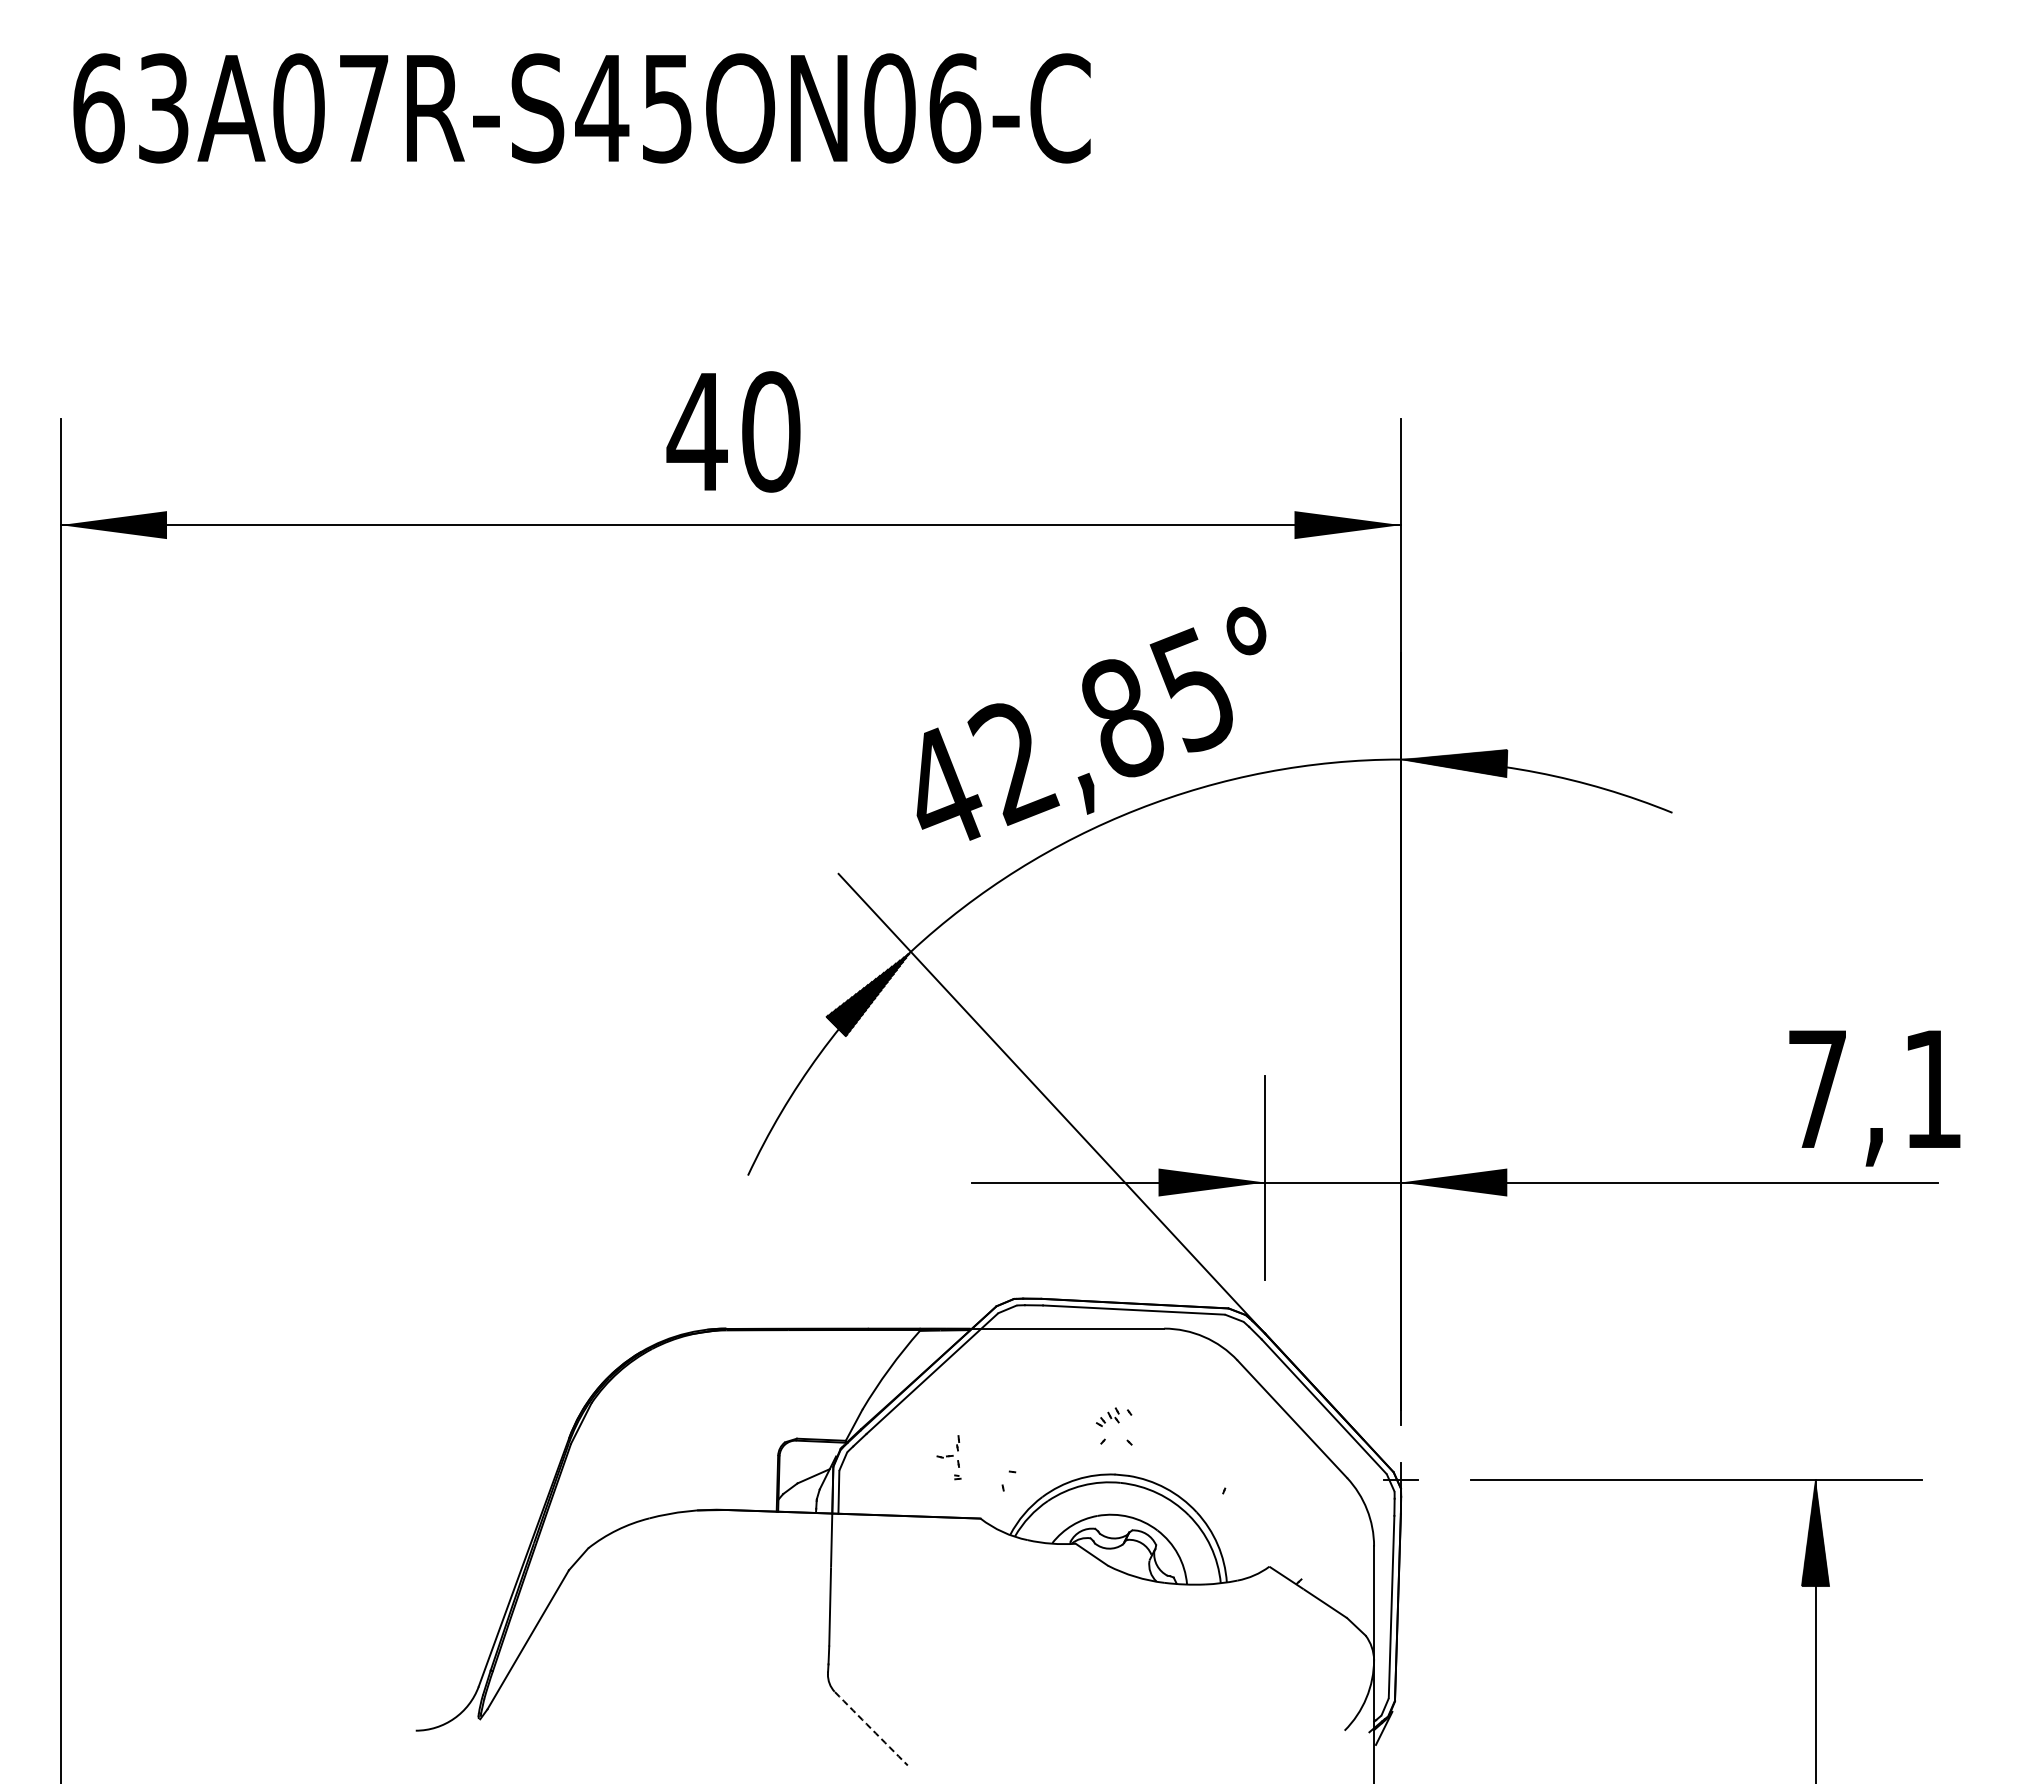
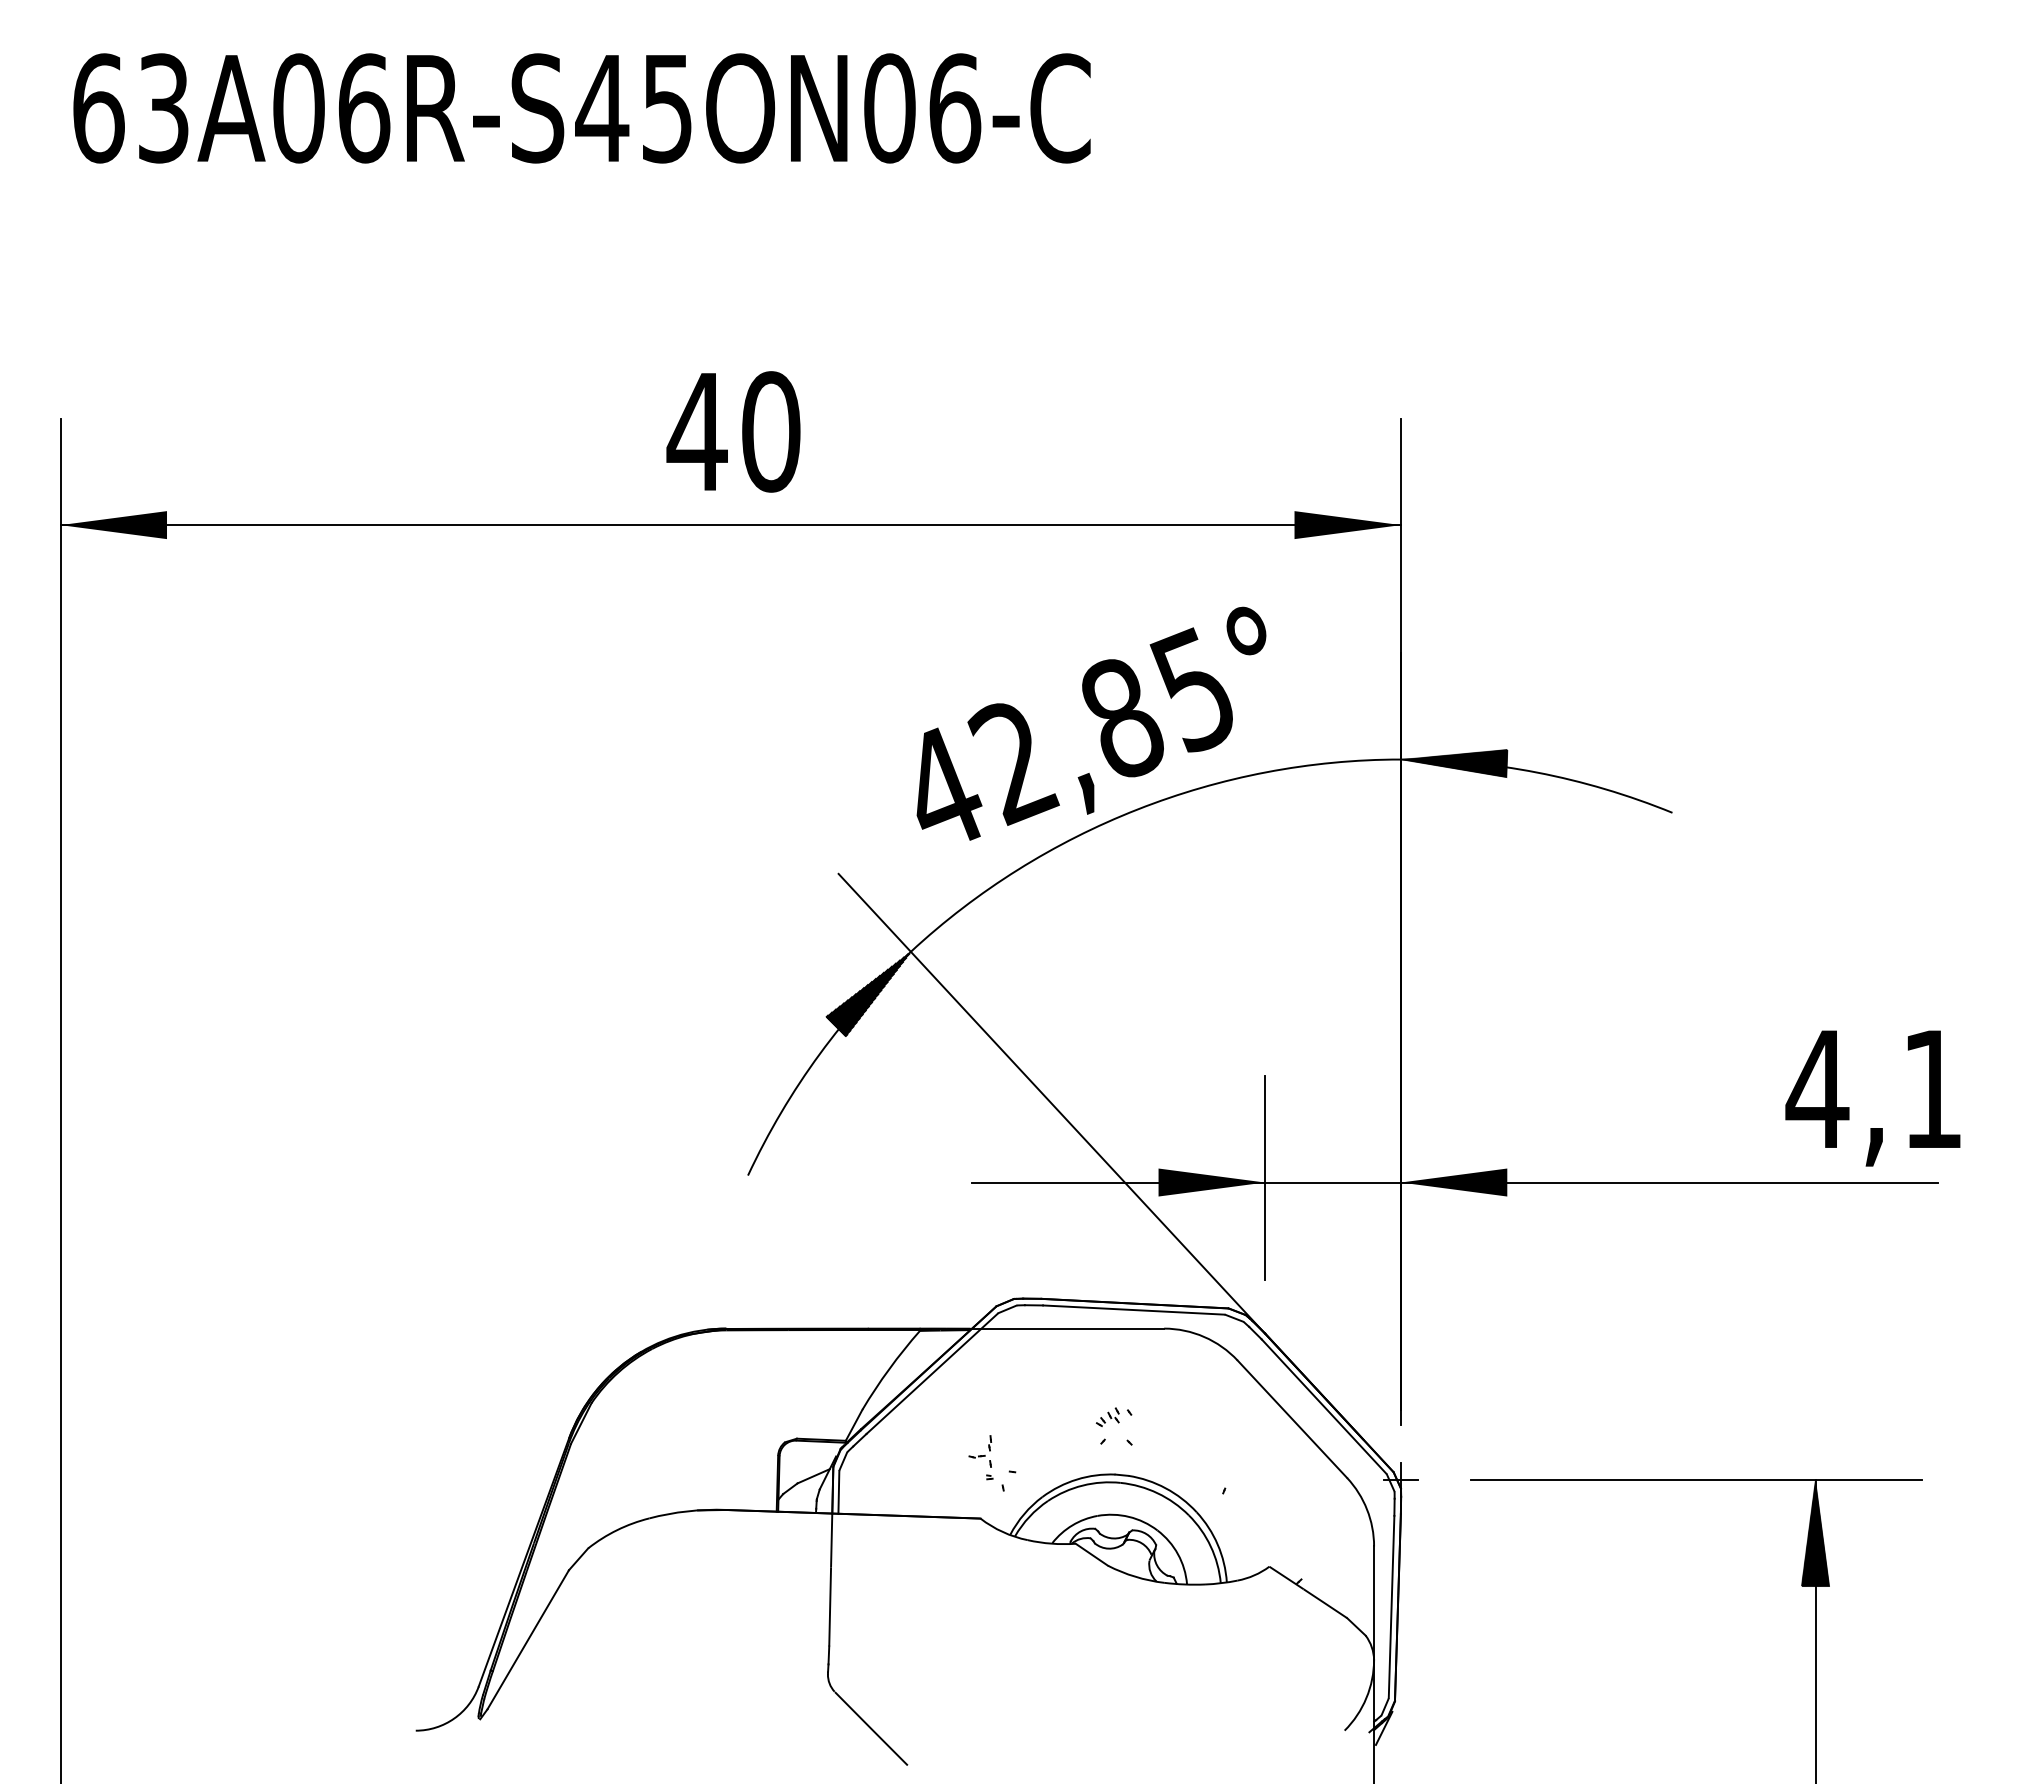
text at (364, 108): 63A07R-S45ON06-C -> 63A06R-S45ON06-C
text at (1817, 1088): 7,1 -> 4,1
part at (948, 1457) position: (948, 1457) -> (980, 1457)
arc at (871, 1728): dashed -> solid
